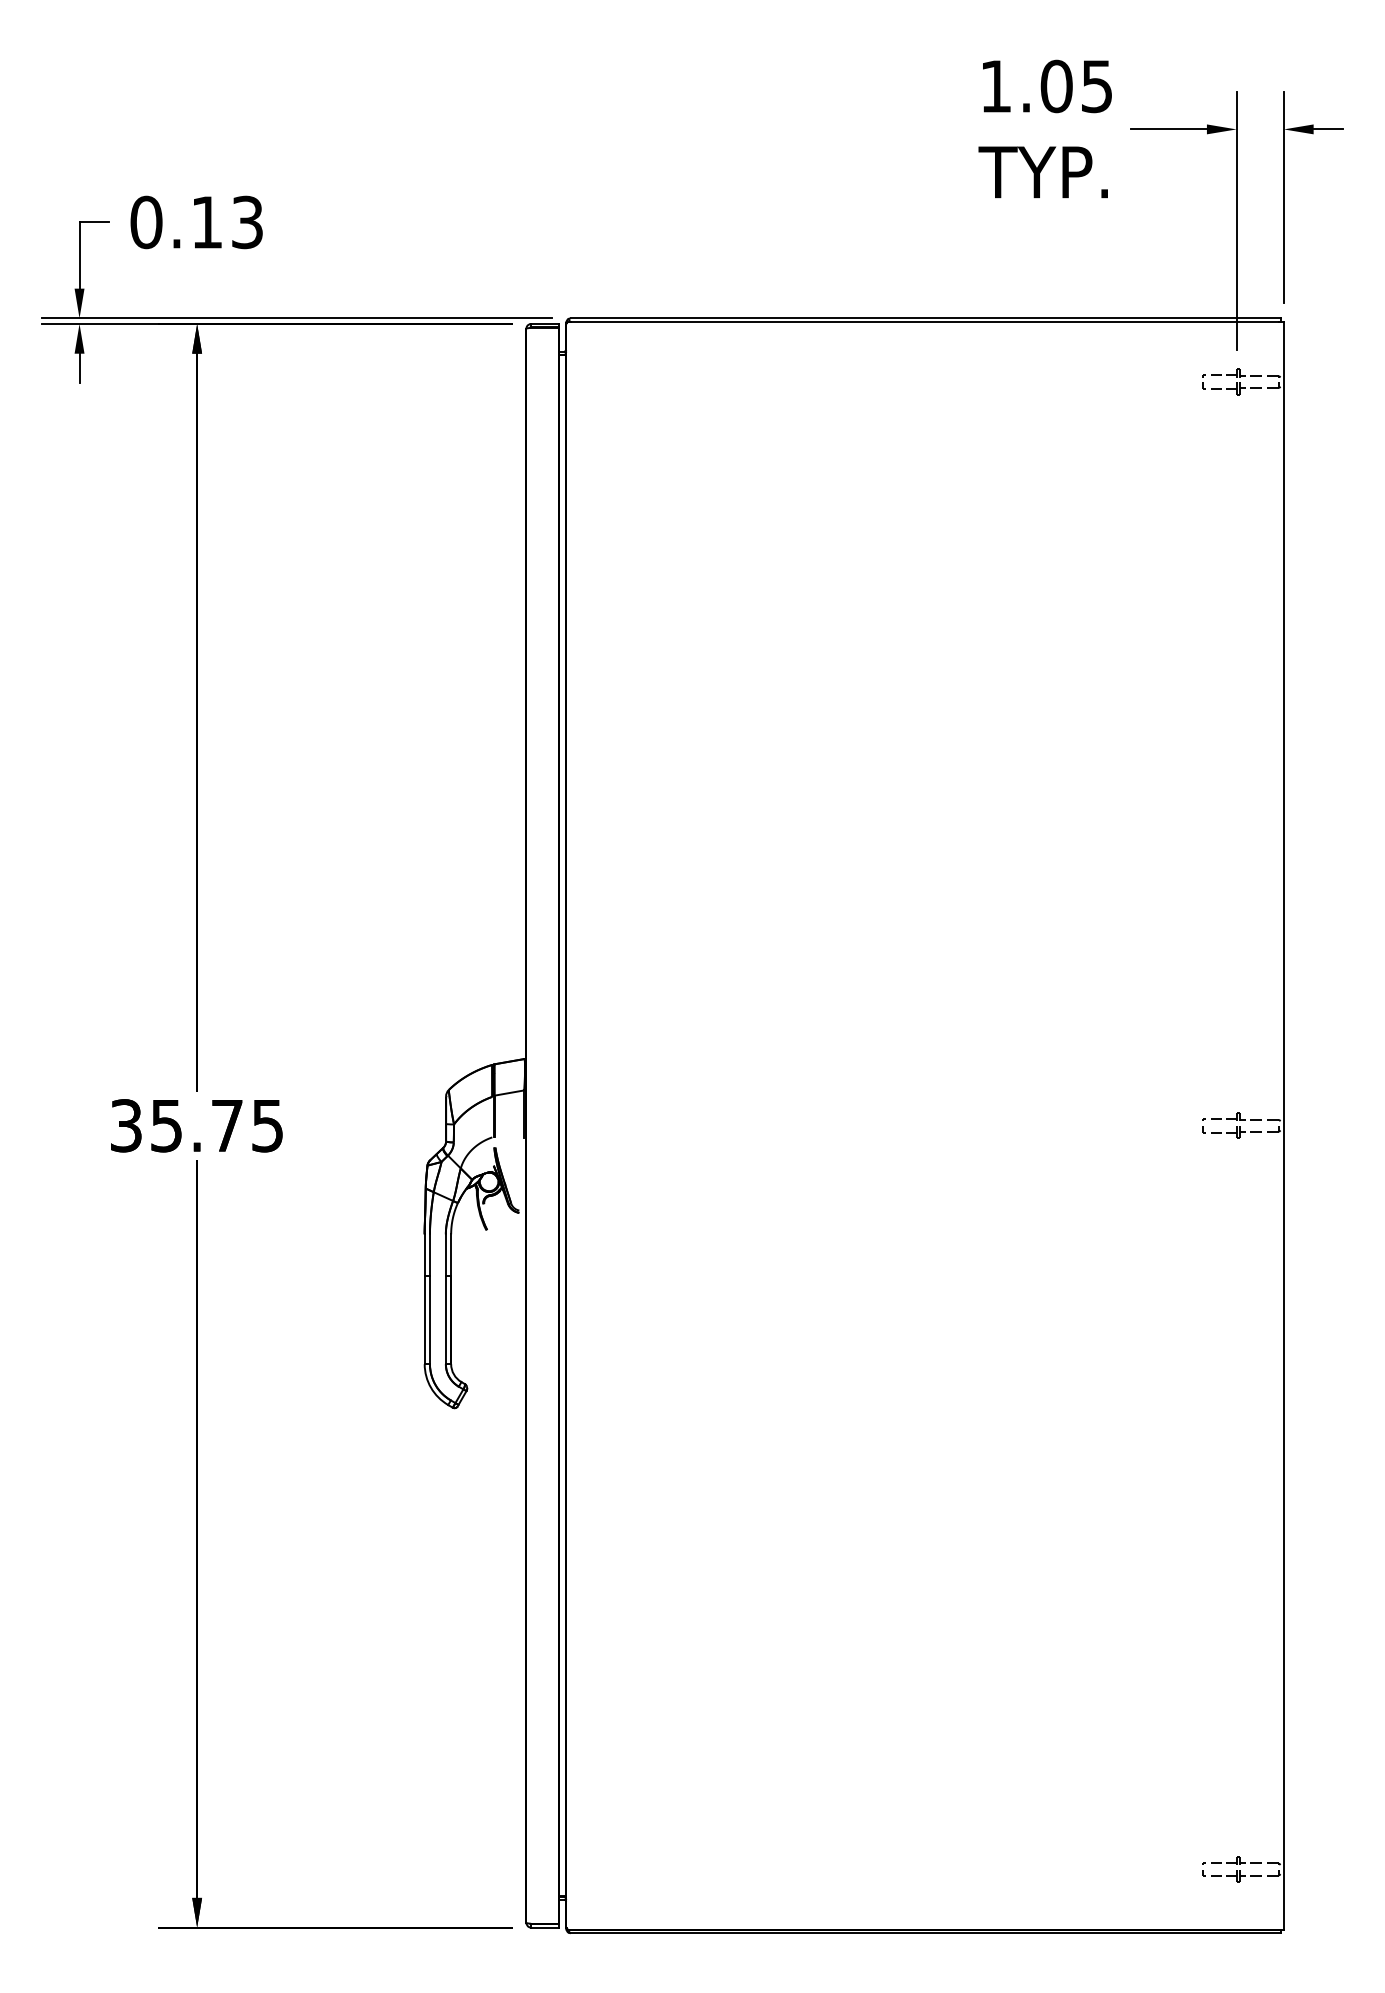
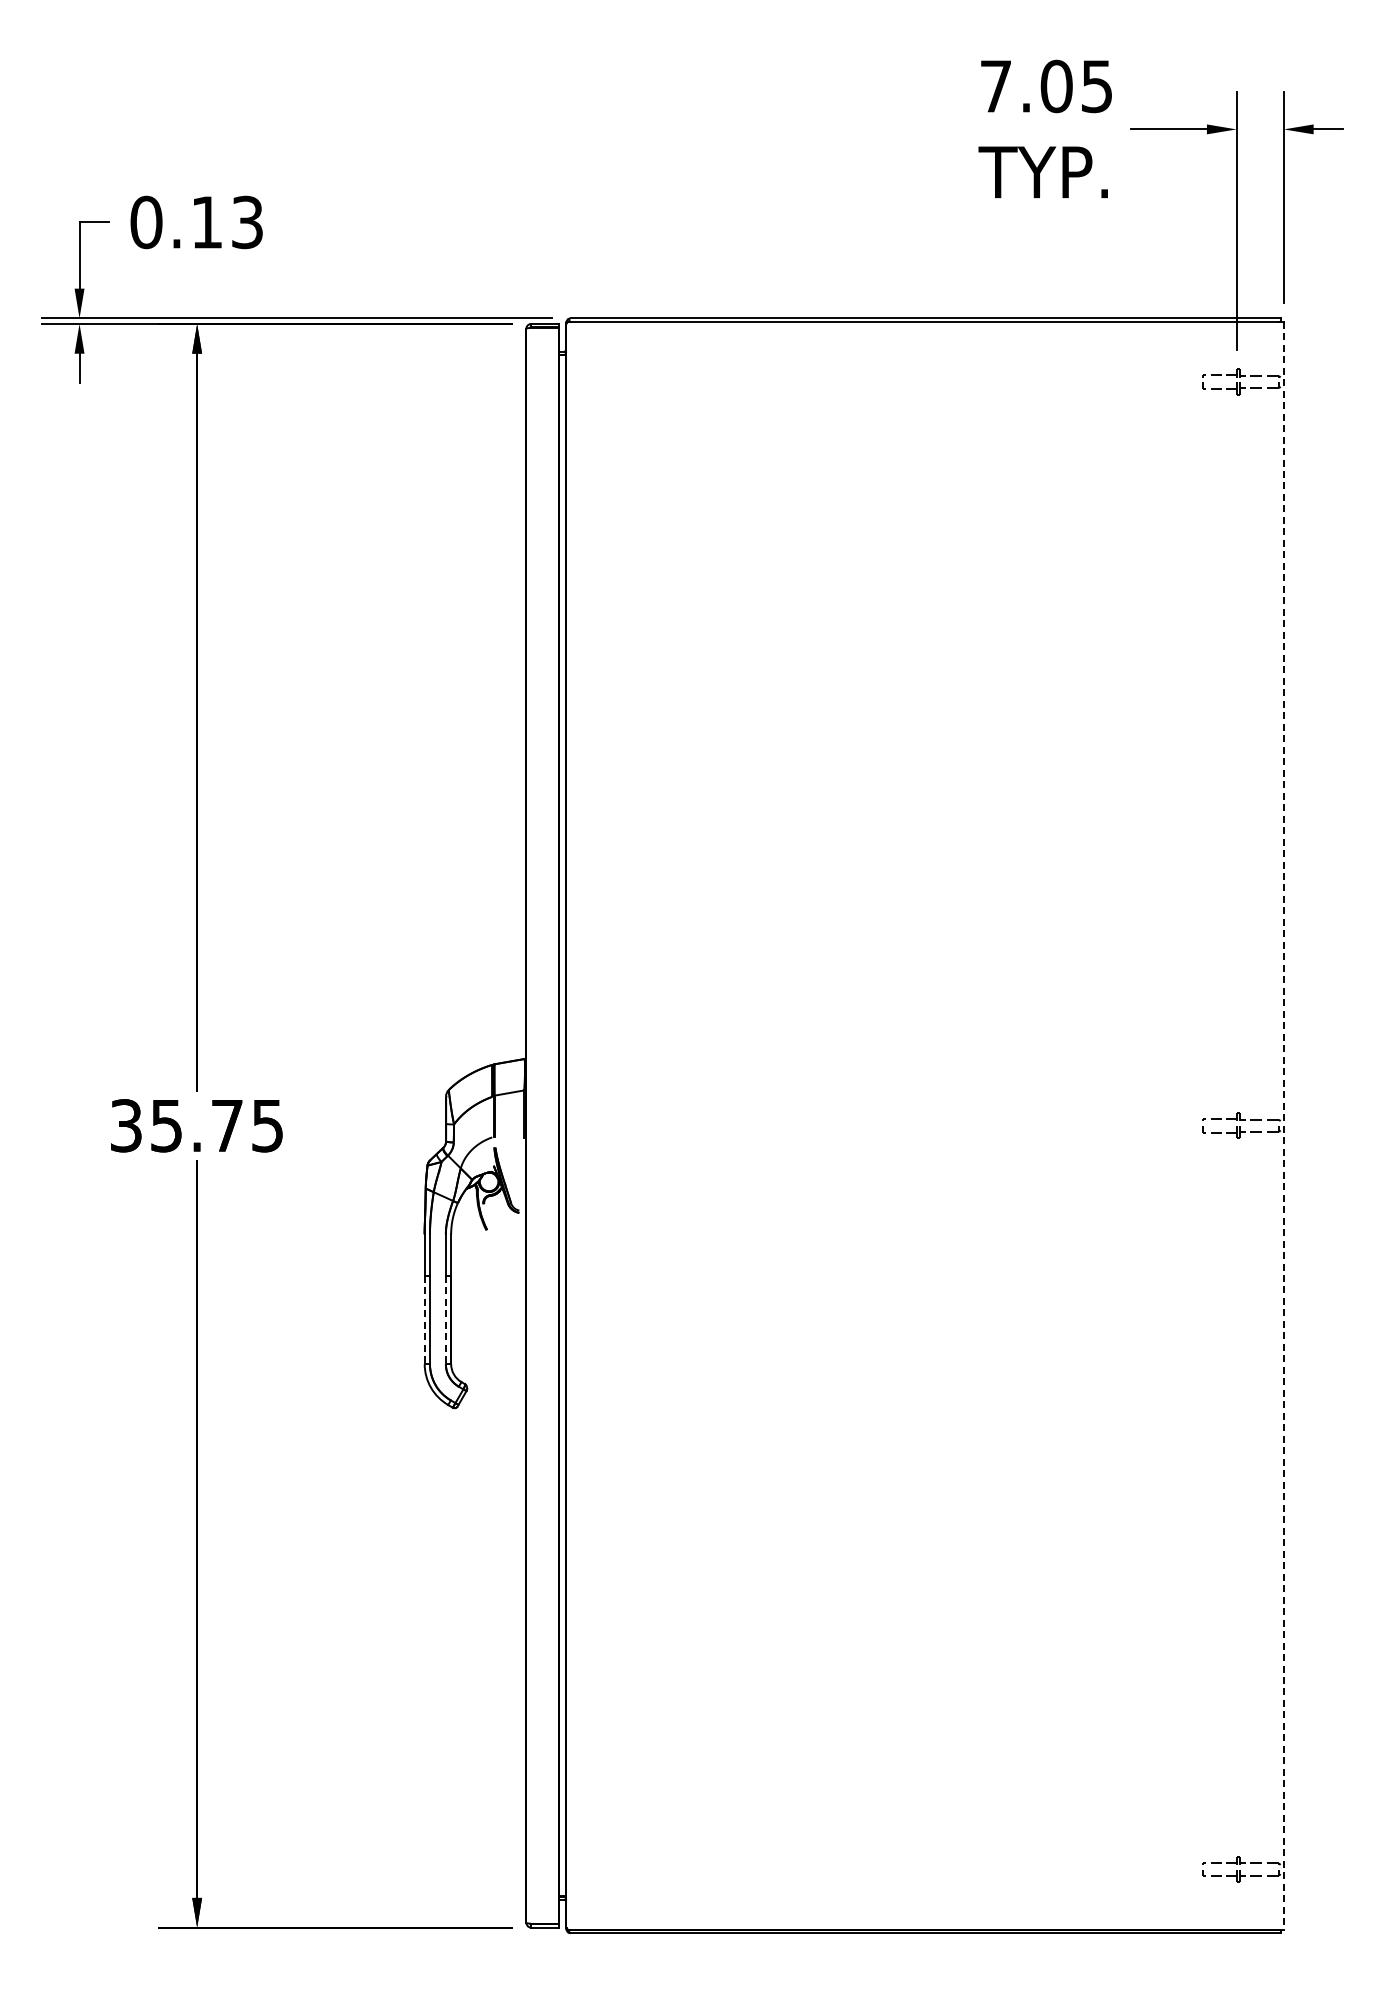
text at (995, 86): 1.05 -> 7.05
line at (1283, 1126): solid -> dashed
line at (424, 1320): solid -> dashed
line at (445, 1320): solid -> dashed
